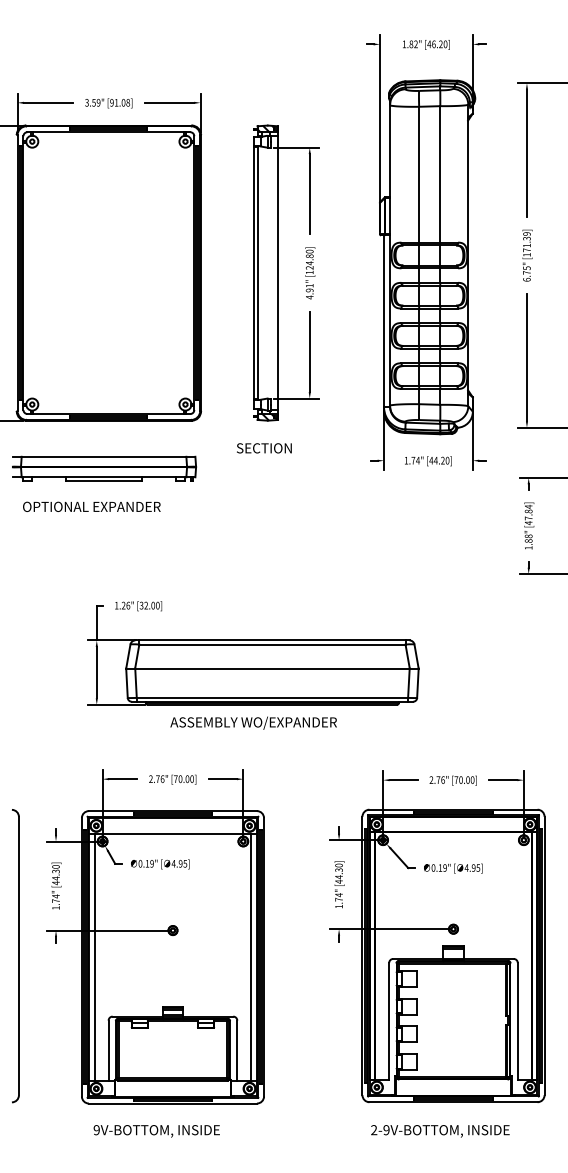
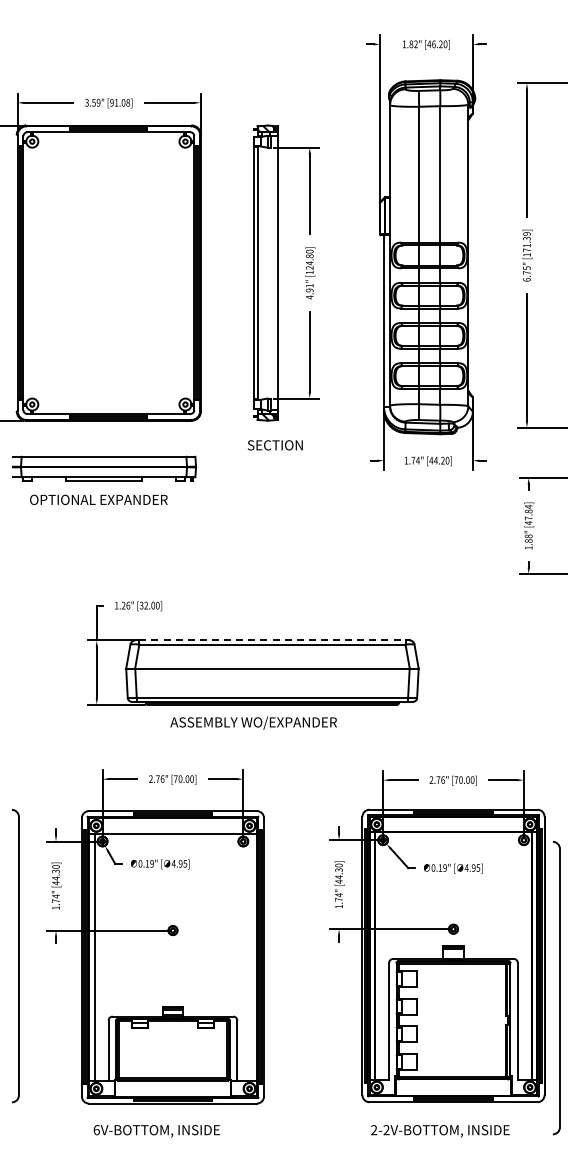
text at (264, 448) position: (264, 448) -> (275, 445)
text at (91, 506) position: (91, 506) -> (98, 499)
line at (272, 640): solid -> dashed
line at (251, 956): present -> none
part at (556, 988): none -> present
text at (96, 1130): 9V-BOTTOM, -> 6V-BOTTOM,
text at (386, 1130): 2-9V-BOTTOM, -> 2-2V-BOTTOM,
